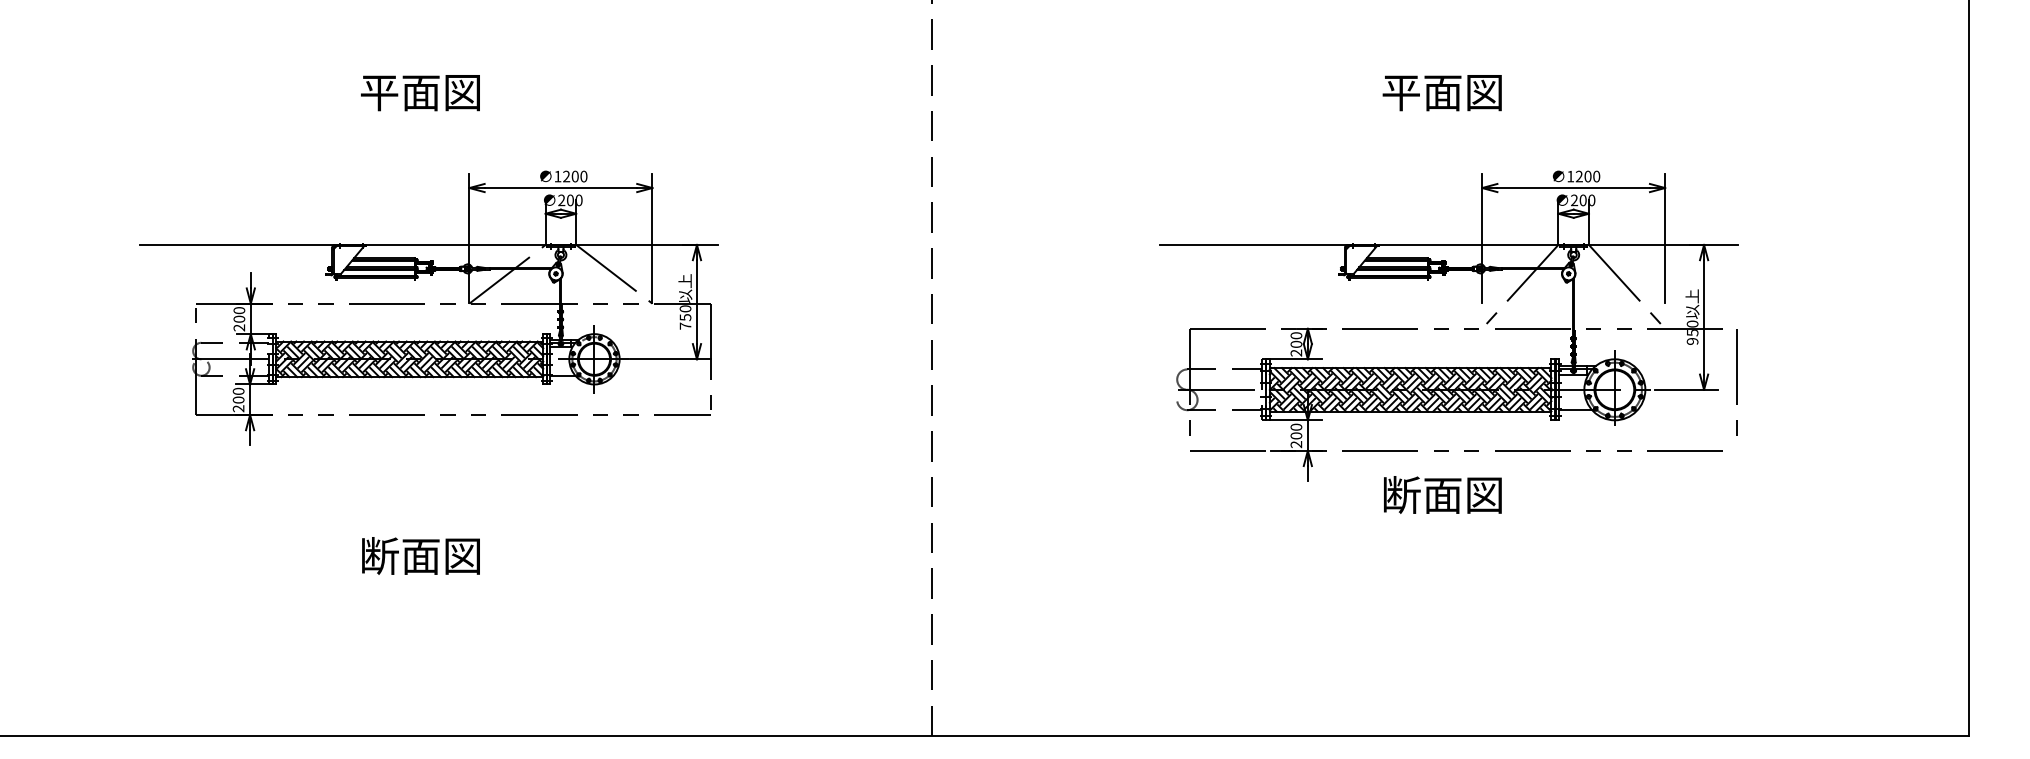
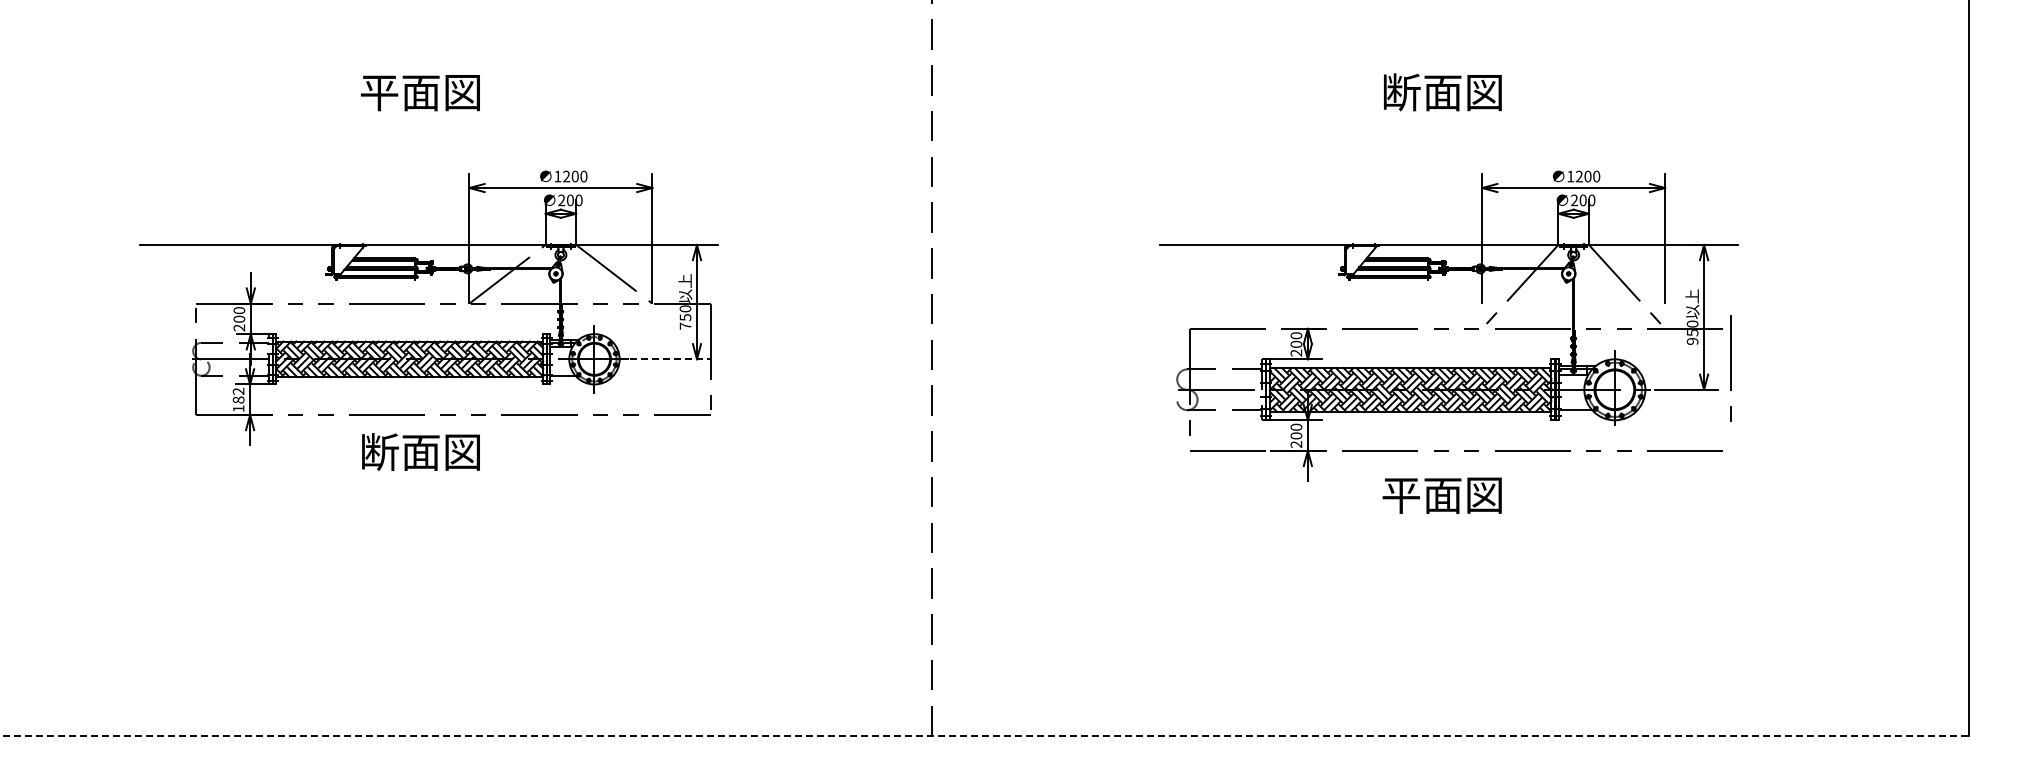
text at (1401, 92): 平面図 -> 断面図
line at (670, 359): solid -> dashed
line at (1736, 382) position: (1736, 382) -> (1730, 368)
text at (238, 399): 200 -> 182
text at (1401, 494): 断面図 -> 平面図
text at (420, 555) position: (420, 555) -> (420, 451)
line at (985, 736): solid -> dashed
